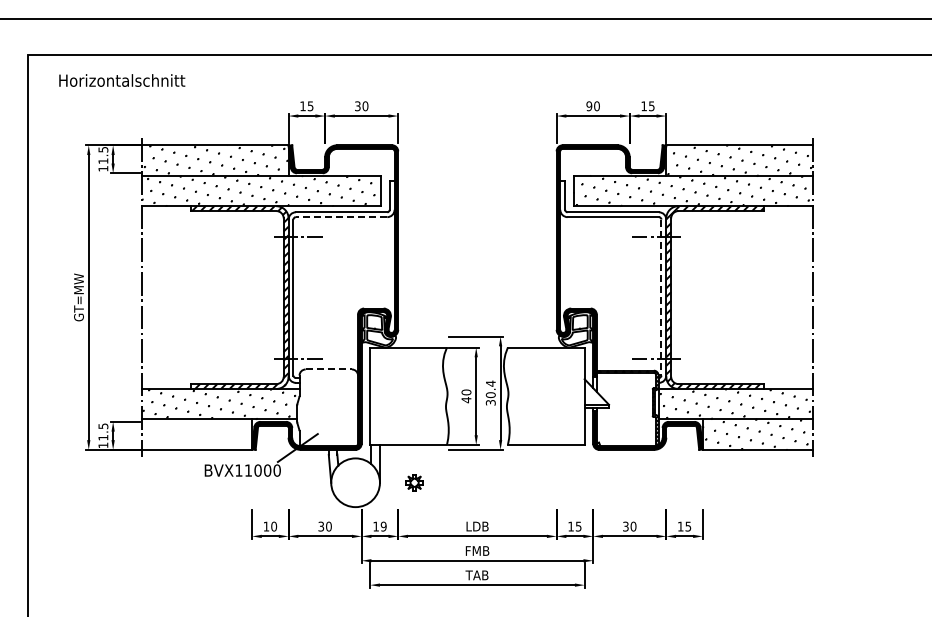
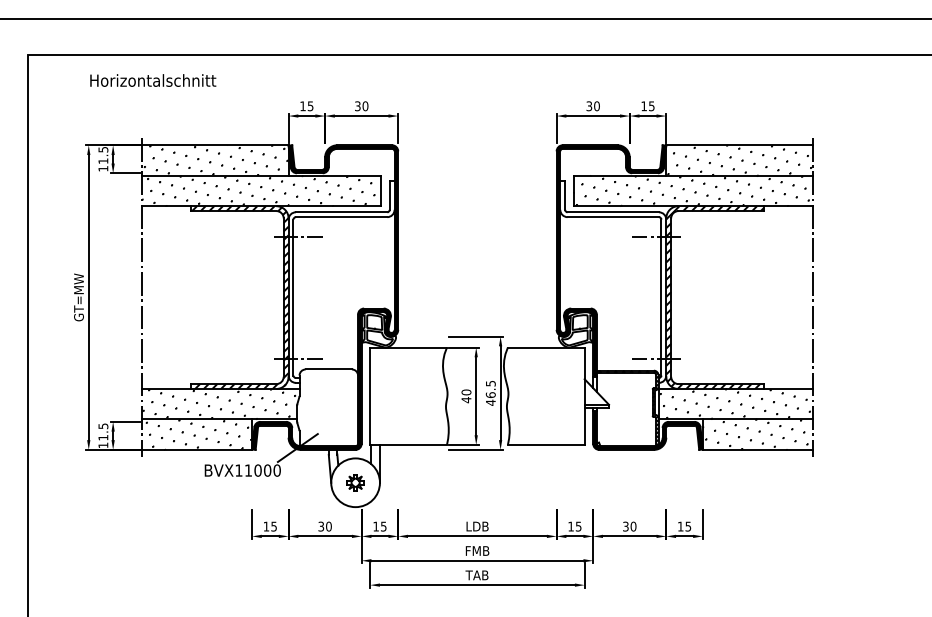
text at (122, 80) position: (122, 80) -> (153, 80)
text at (589, 105): 90 -> 30
line at (341, 217): dashed -> solid
line at (661, 297): dashed -> solid
line at (329, 369): dashed -> solid
text at (490, 392): 30.4 -> 46.5
hatch at (198, 434): none -> present
part at (414, 482) position: (414, 482) -> (355, 482)
text at (274, 526): 10 -> 15
text at (383, 526): 19 -> 15
